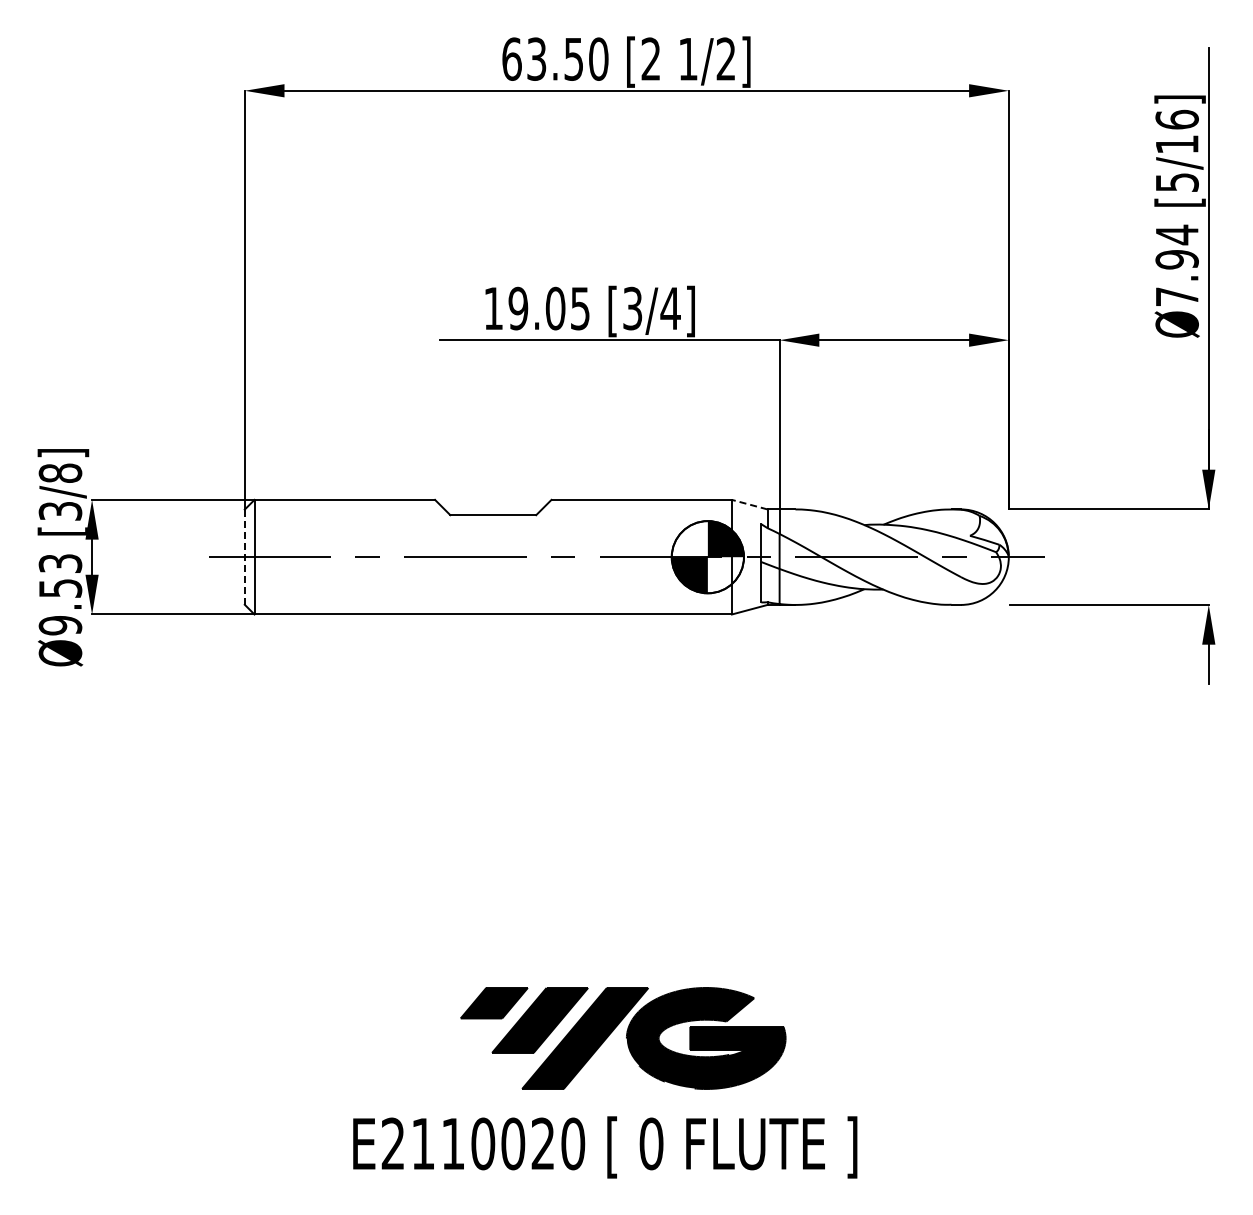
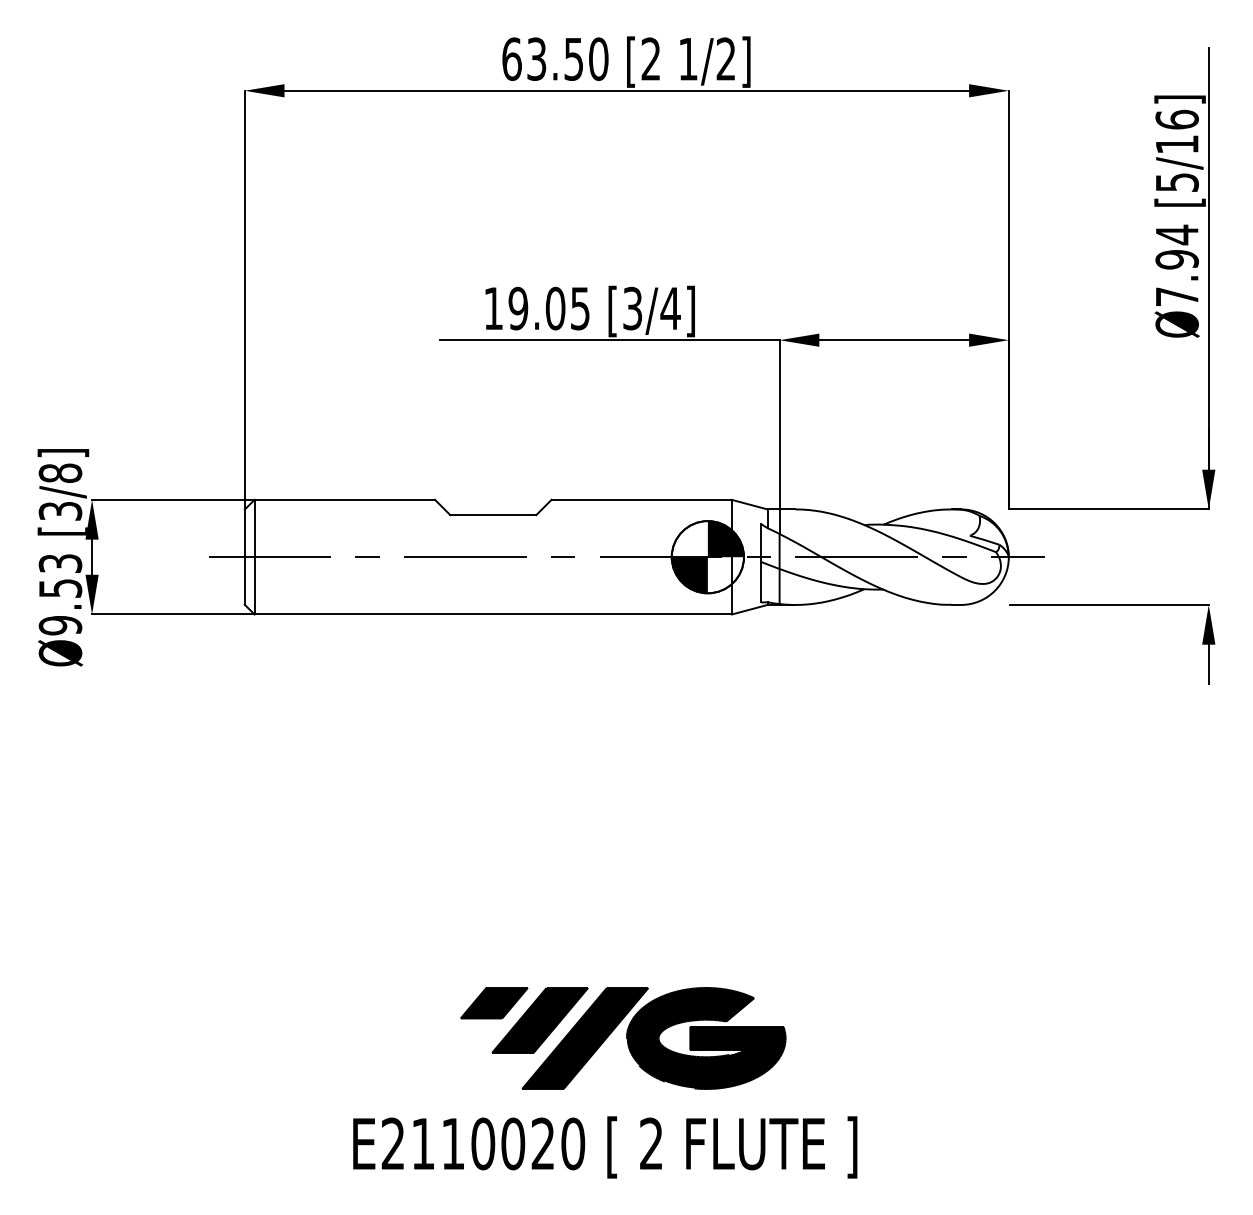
line at (749, 504): dashed -> solid
line at (244, 557): dashed -> solid
text at (651, 1143): 0 -> 2
